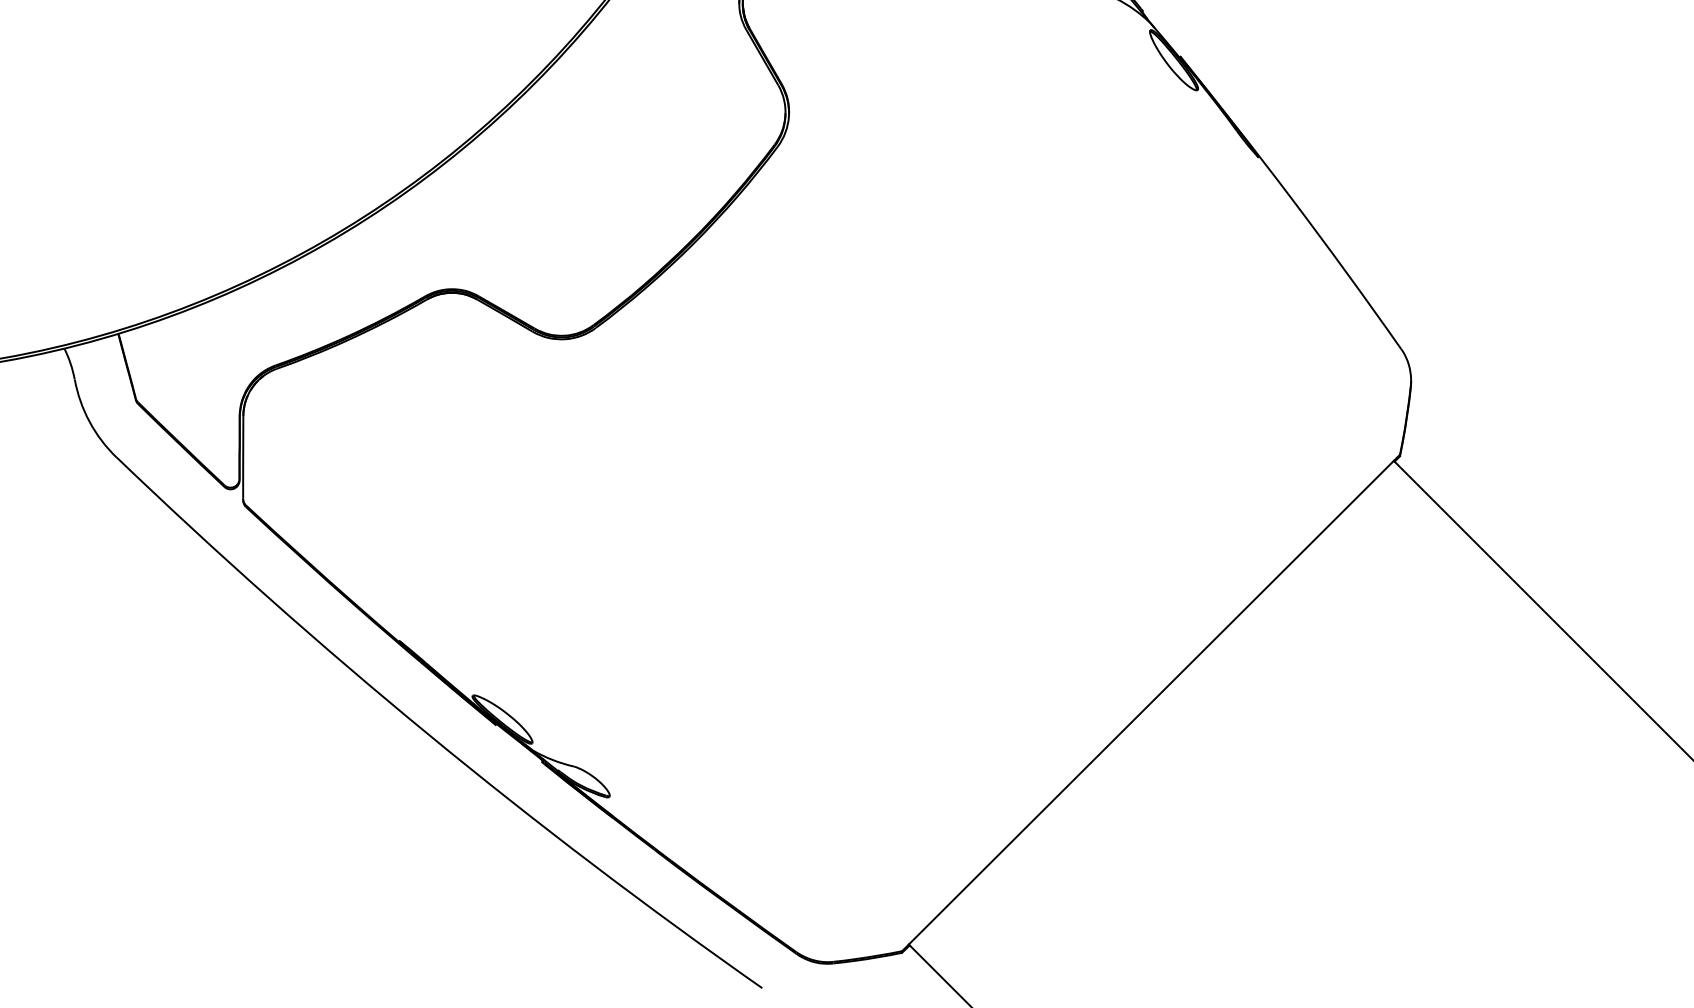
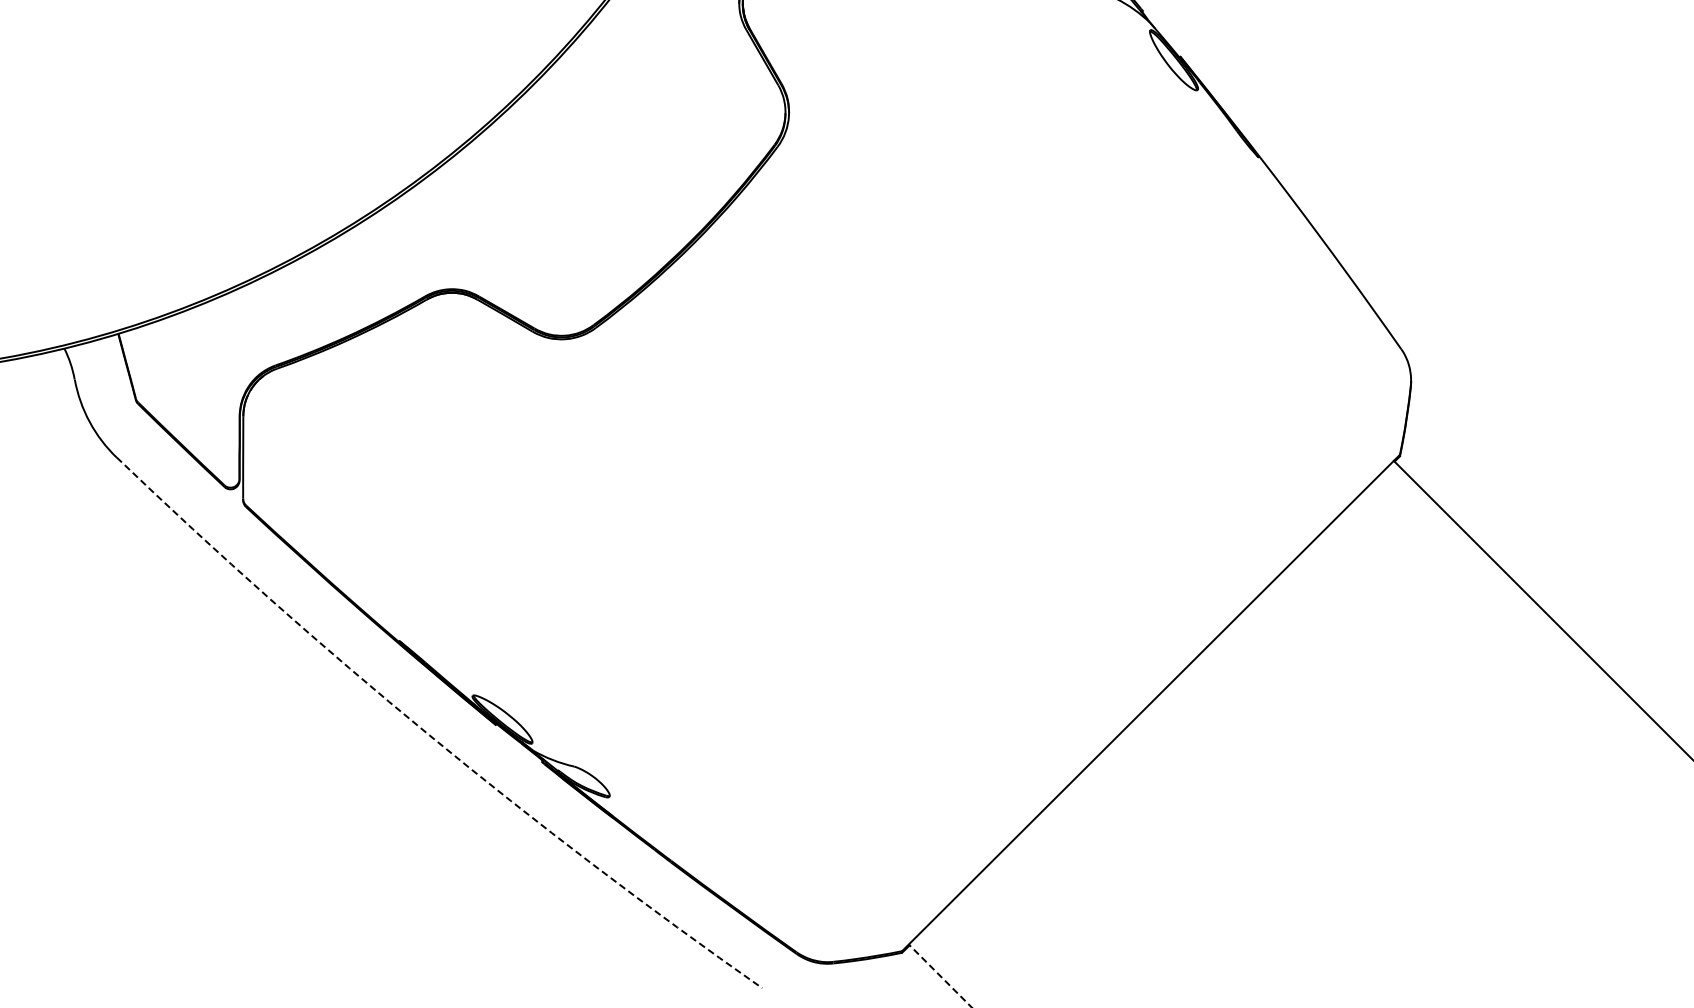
arc at (429, 735): solid -> dashed
line at (939, 975): solid -> dashed
